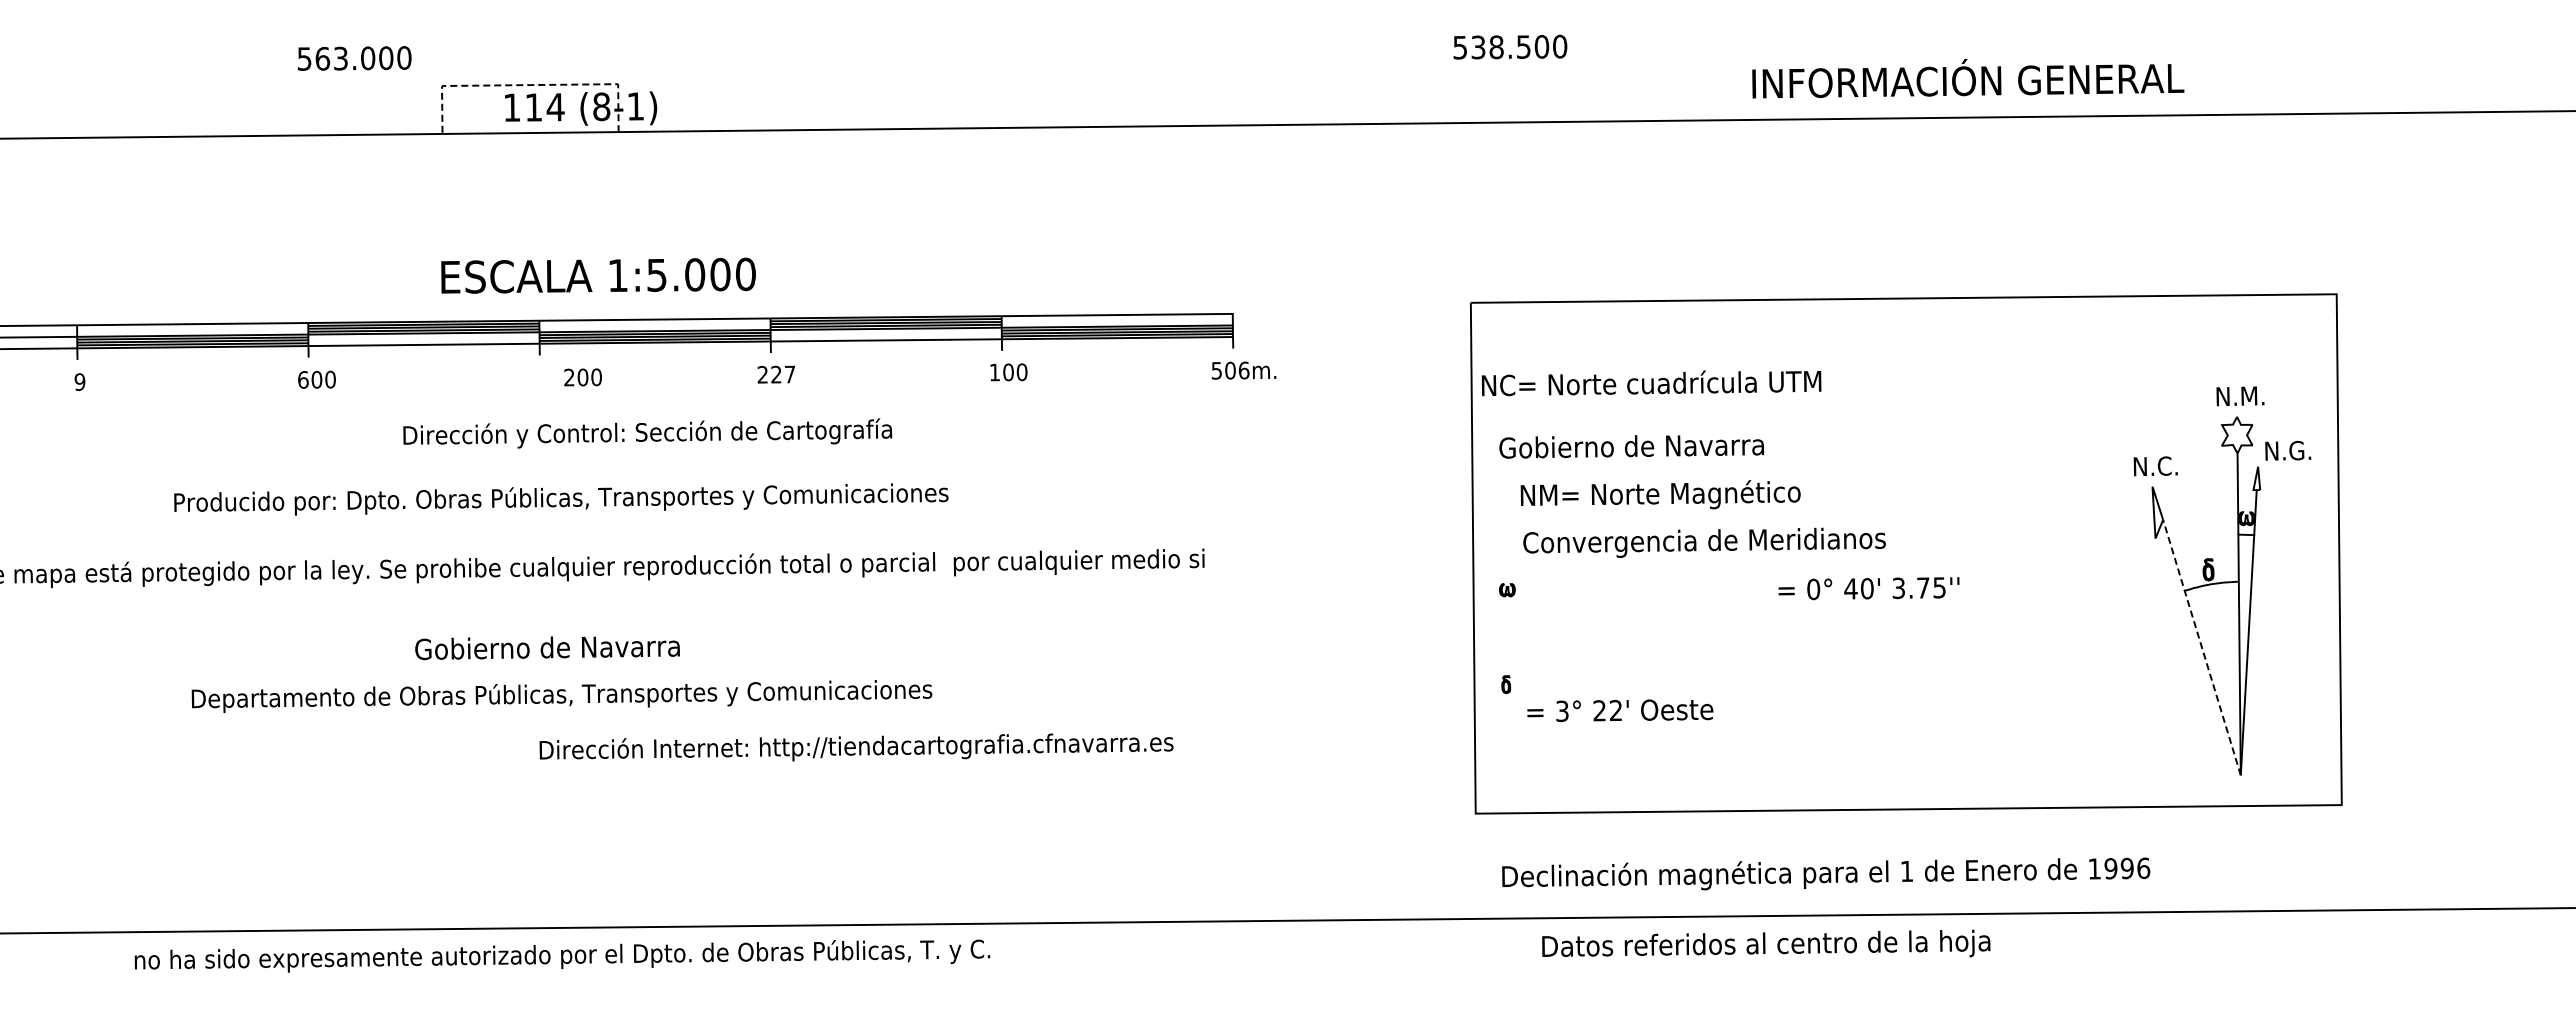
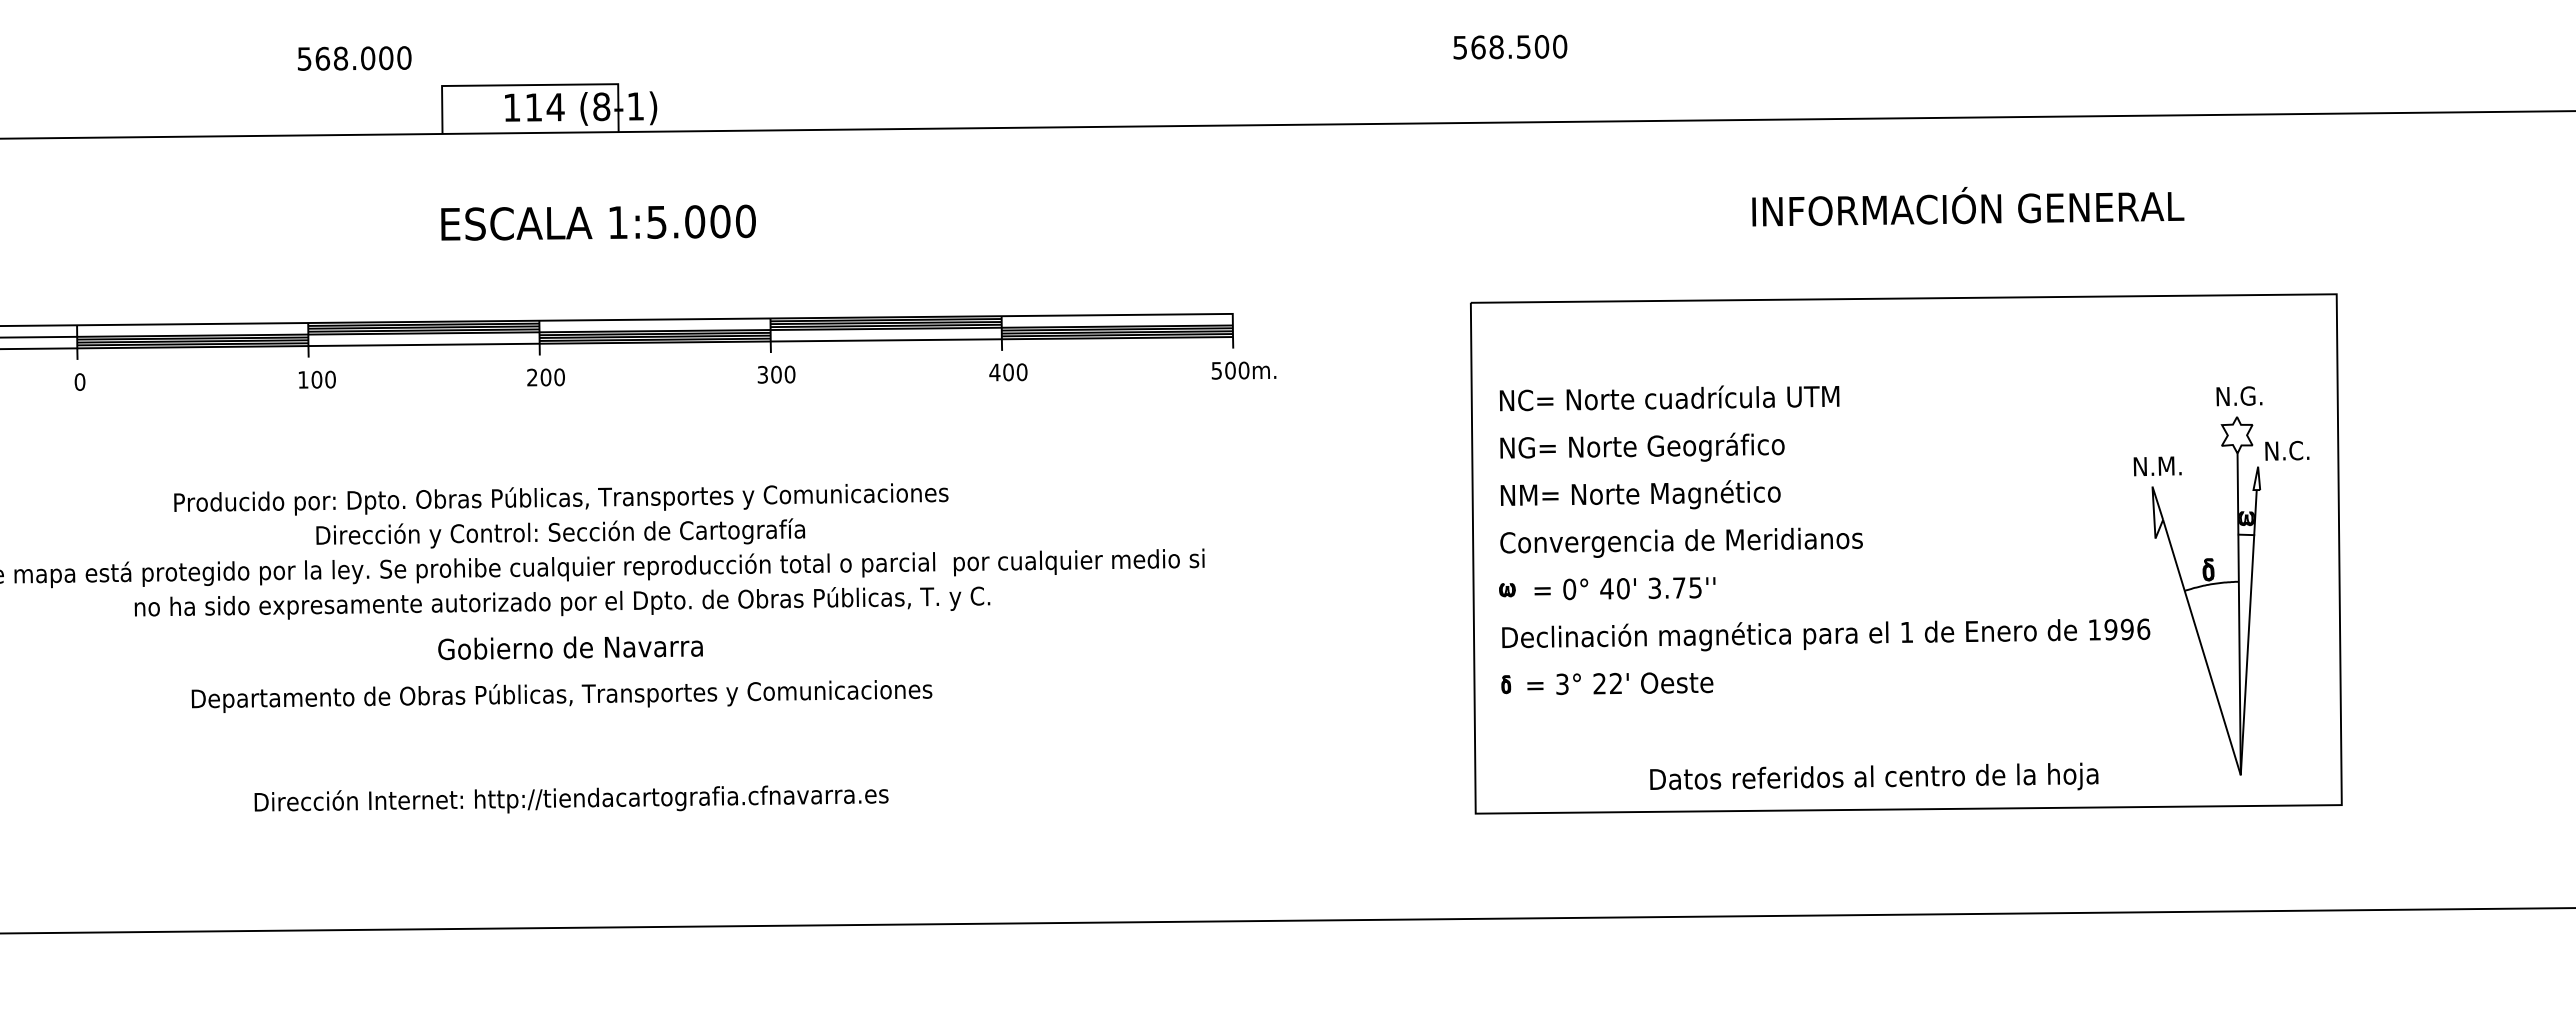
text at (1478, 47): 538.500 -> 568.500
text at (340, 58): 563.000 -> 568.000
text at (1968, 78) position: (1968, 78) -> (1968, 206)
line at (529, 85): dashed -> solid
text at (598, 275) position: (598, 275) -> (598, 222)
text at (1243, 370): 506m. -> 500m.
text at (994, 372): 100 -> 400
text at (776, 374): 227 -> 300
text at (582, 377) position: (582, 377) -> (545, 377)
text at (303, 379): 600 -> 100
text at (79, 382): 9 -> 0
text at (1651, 383) position: (1651, 383) -> (1669, 398)
text at (2252, 395): N.M. -> N.G.
text at (647, 433) position: (647, 433) -> (560, 533)
text at (1641, 446): Gobierno de Navarra -> NG= Norte Geográfico
text at (2304, 450): N.G. -> N.C.
text at (2169, 465): N.C. -> N.M.
text at (1660, 494) position: (1660, 494) -> (1640, 494)
text at (1704, 542) position: (1704, 542) -> (1681, 542)
text at (1868, 588) position: (1868, 588) -> (1624, 588)
line at (2201, 647): dashed -> solid
text at (547, 648) position: (547, 648) -> (570, 648)
text at (1620, 710) position: (1620, 710) -> (1620, 683)
text at (856, 747) position: (856, 747) -> (571, 799)
text at (1826, 873) position: (1826, 873) -> (1826, 634)
text at (1766, 943) position: (1766, 943) -> (1874, 776)
text at (562, 955) position: (562, 955) -> (562, 602)
